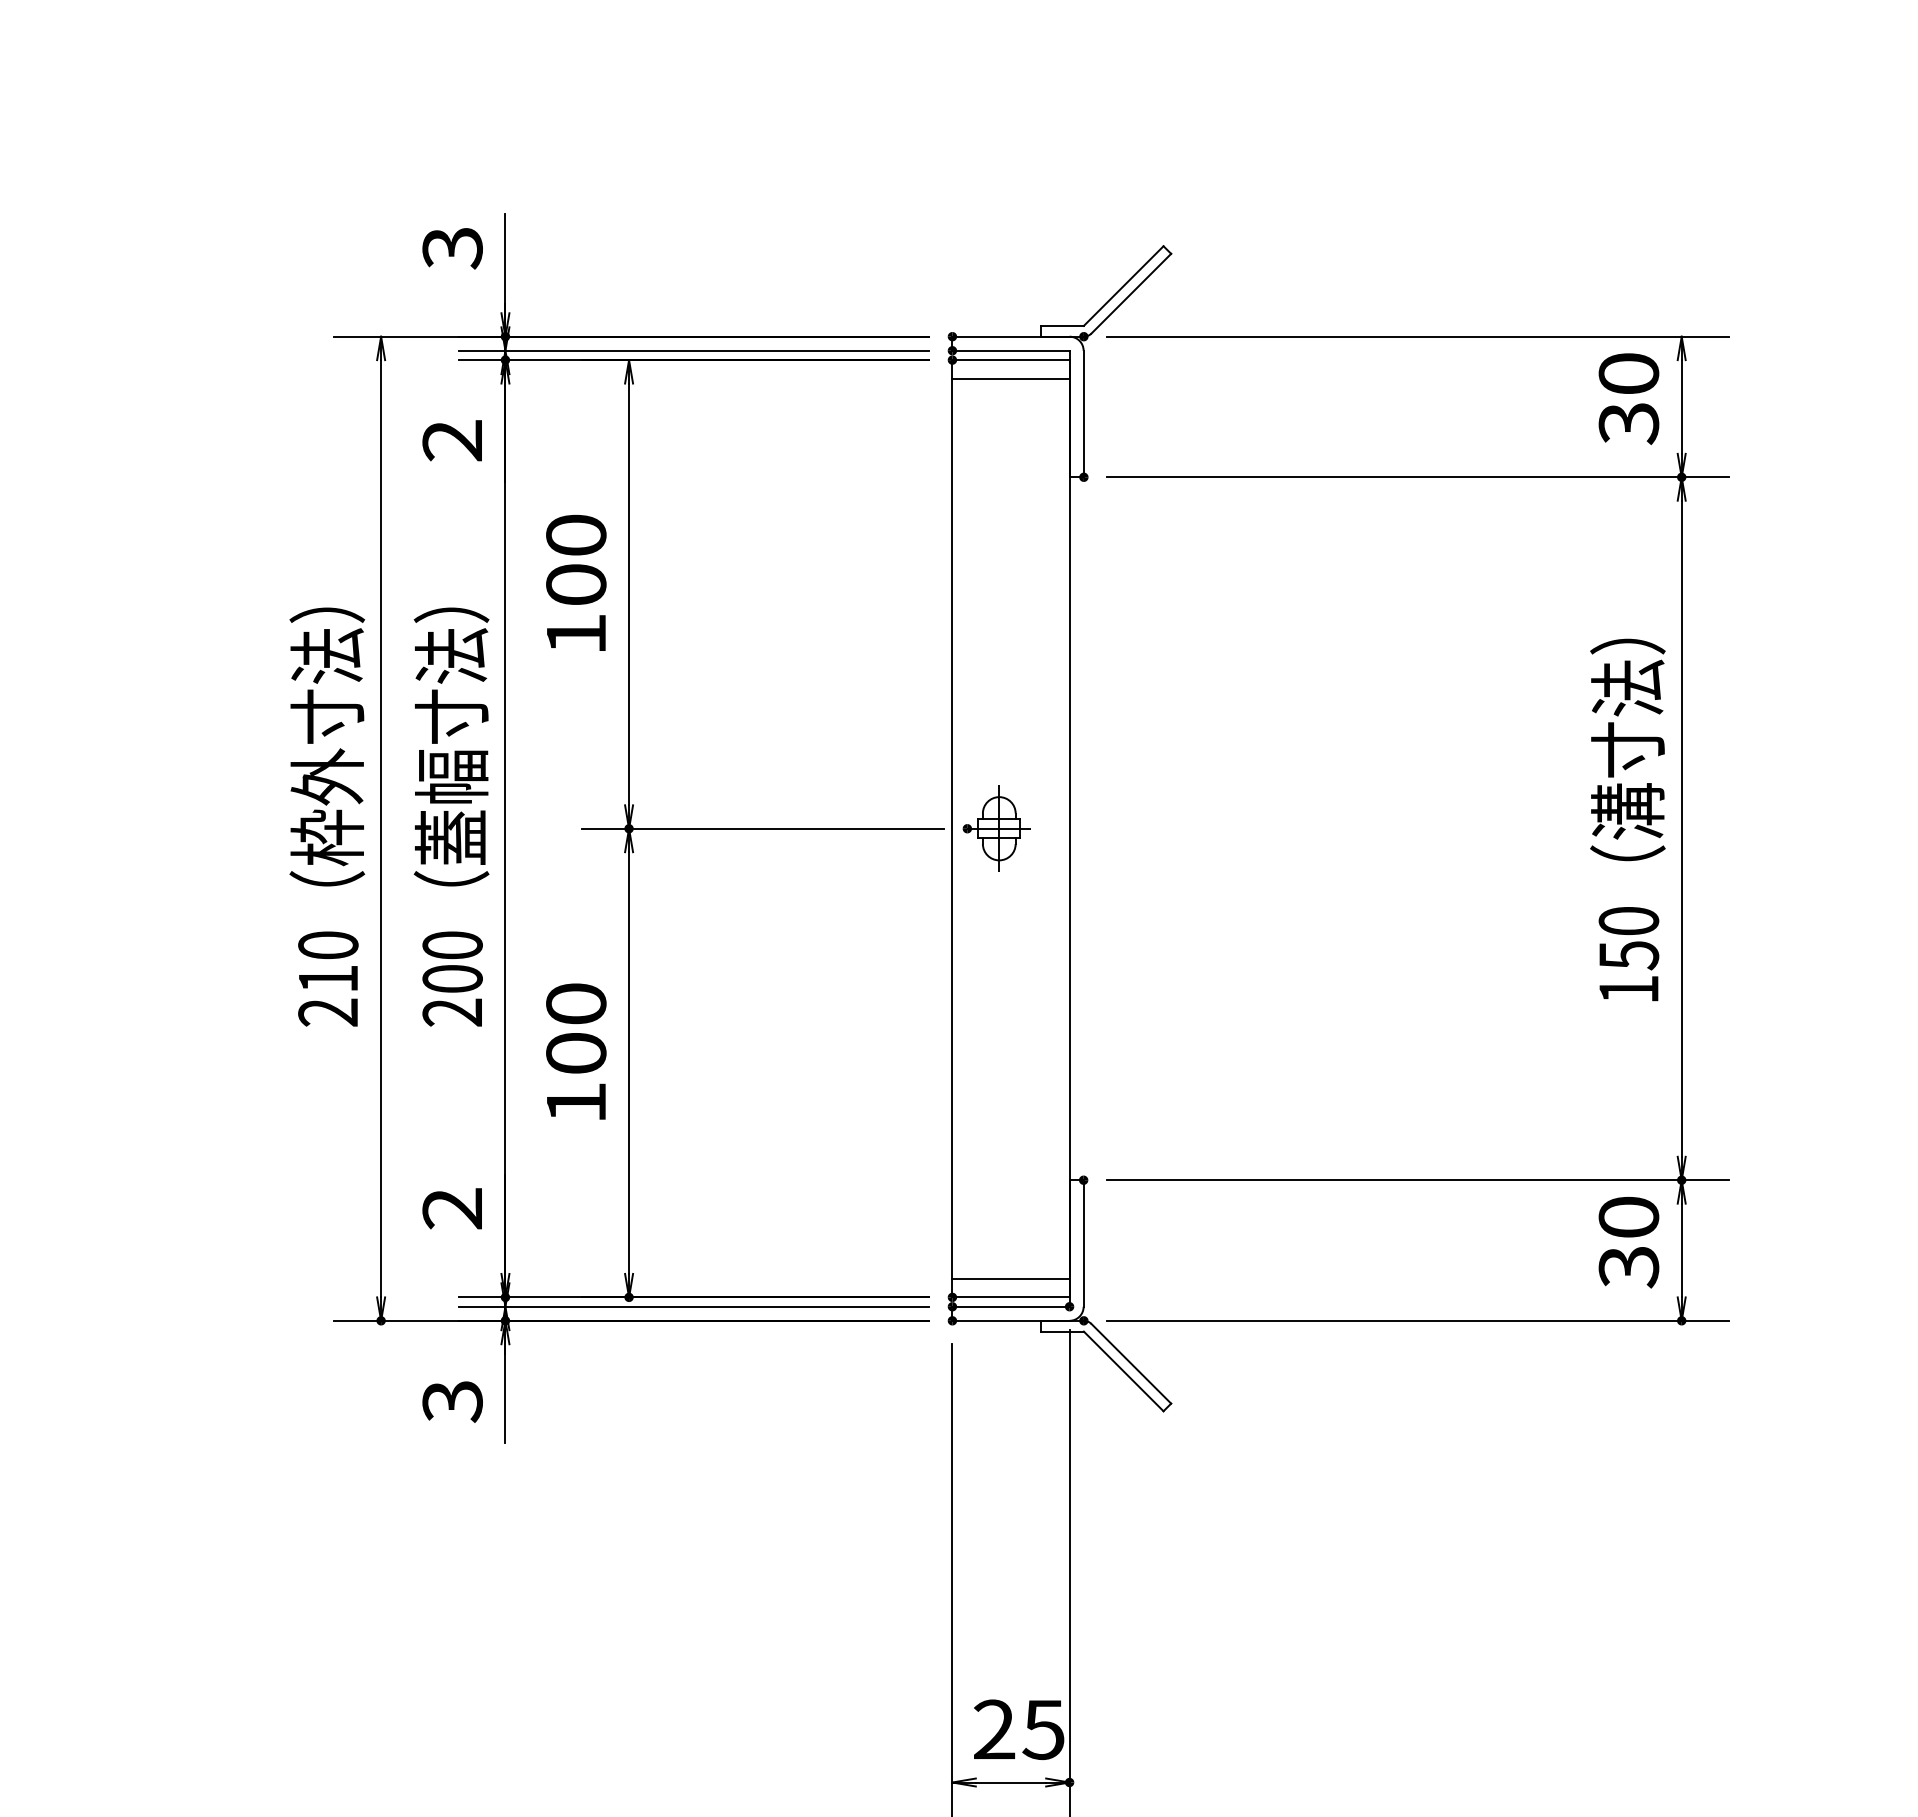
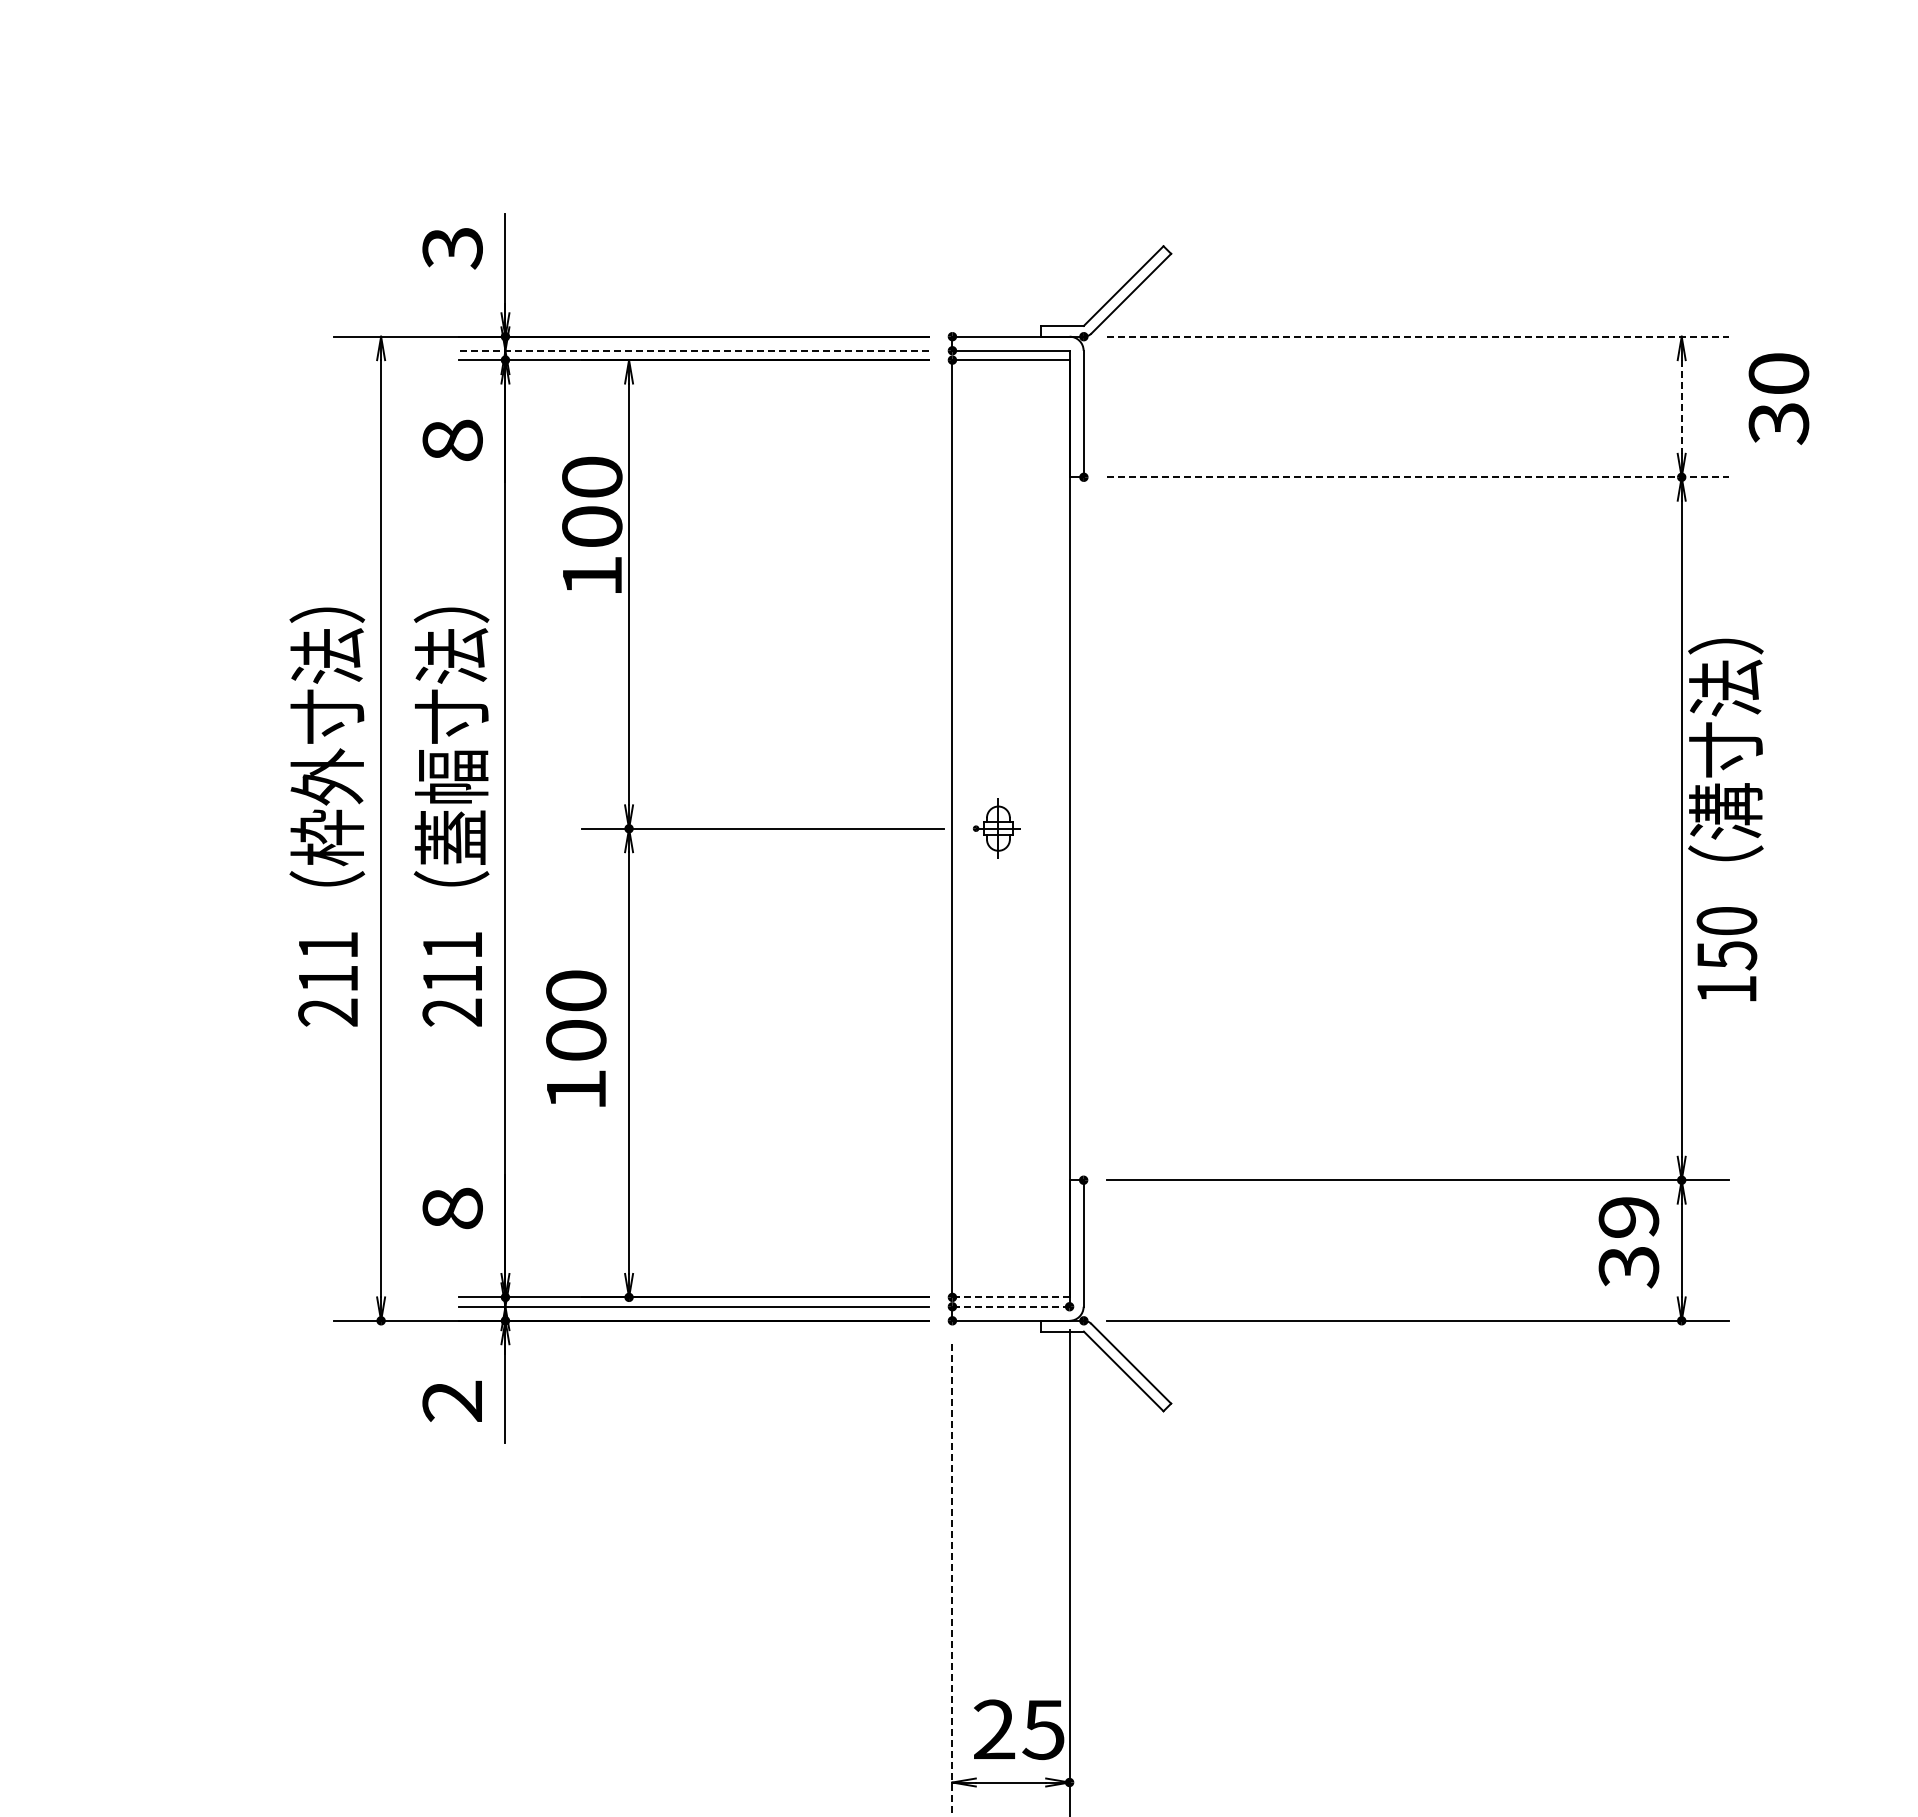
line at (1417, 336): solid -> dashed
line at (693, 350): solid -> dashed
line at (1010, 378): present -> none
text at (1628, 398) position: (1628, 398) -> (1778, 398)
line at (1681, 406): solid -> dashed
text at (452, 440): 2 -> 8
line at (1417, 477): solid -> dashed
text at (576, 582) position: (576, 582) -> (592, 524)
text at (1627, 819) position: (1627, 819) -> (1725, 819)
part at (996, 828) size: 69x87 px -> 49x61 px
text at (328, 944): 210 -> 211
text at (452, 961): 200 -> 211
text at (576, 1051) position: (576, 1051) -> (576, 1038)
text at (452, 1208): 2 -> 8
text at (1628, 1216): 30 -> 39
line at (1010, 1278): present -> none
line at (1011, 1297): solid -> dashed
line at (1011, 1306): solid -> dashed
text at (452, 1401): 3 -> 2
line at (952, 1580): solid -> dashed
